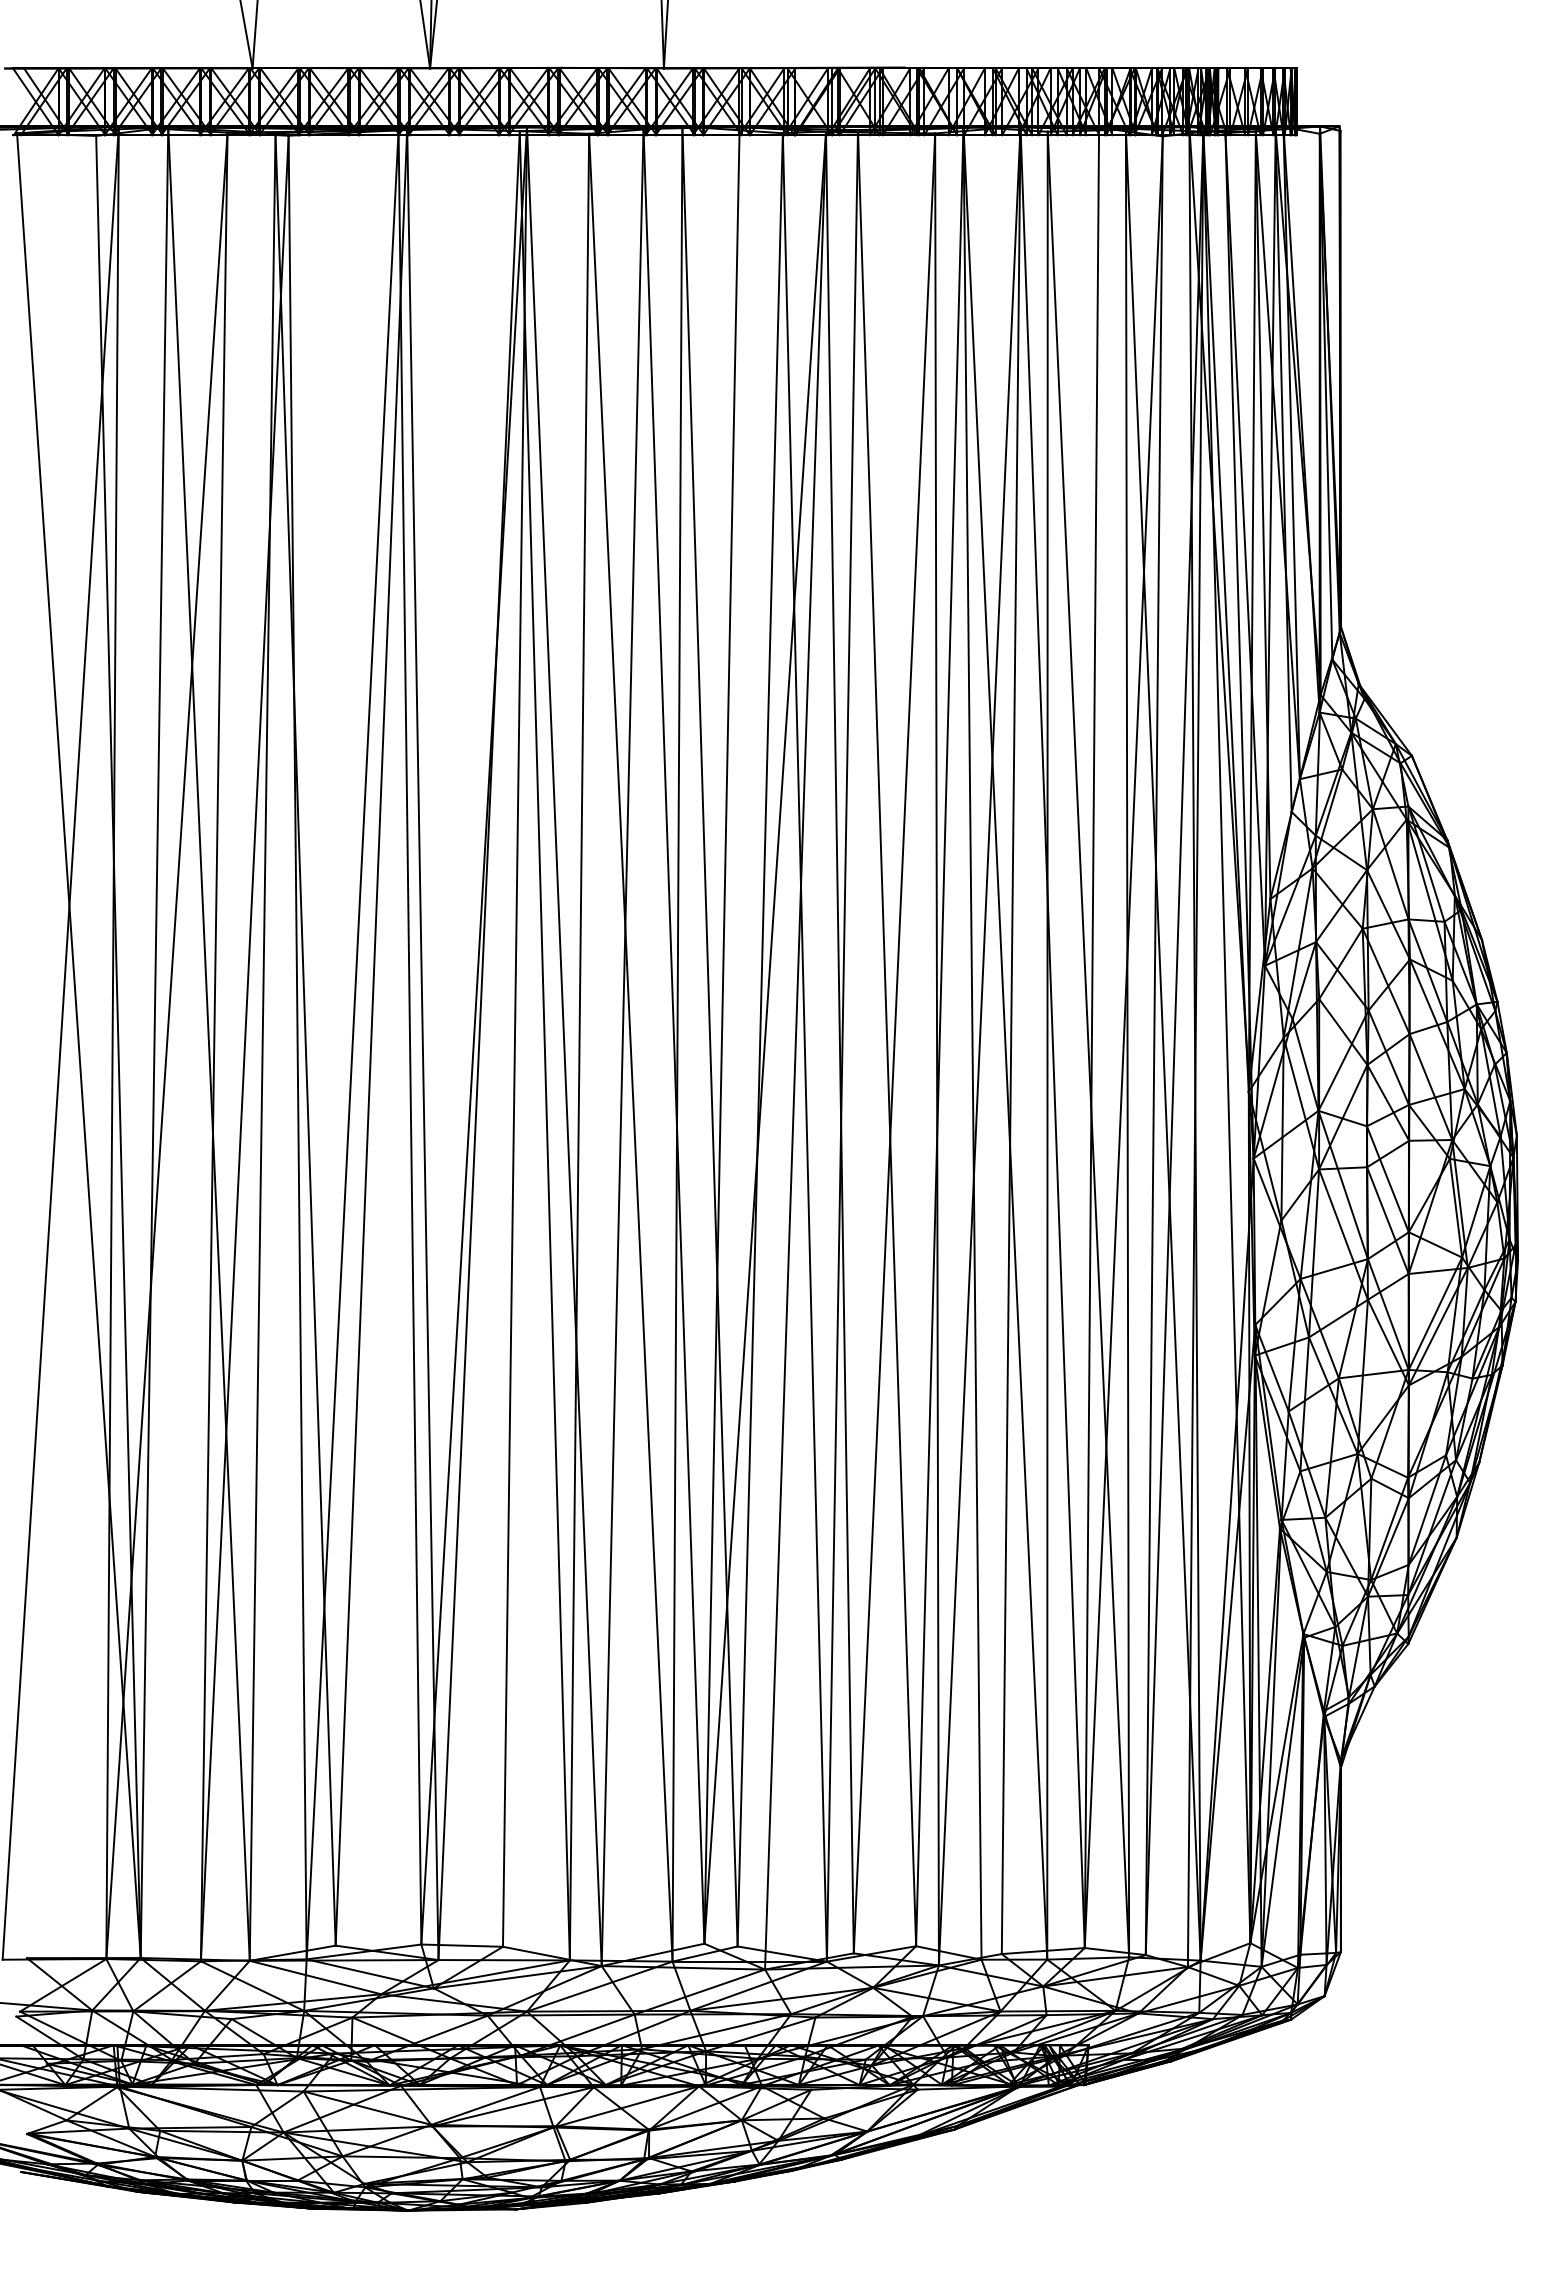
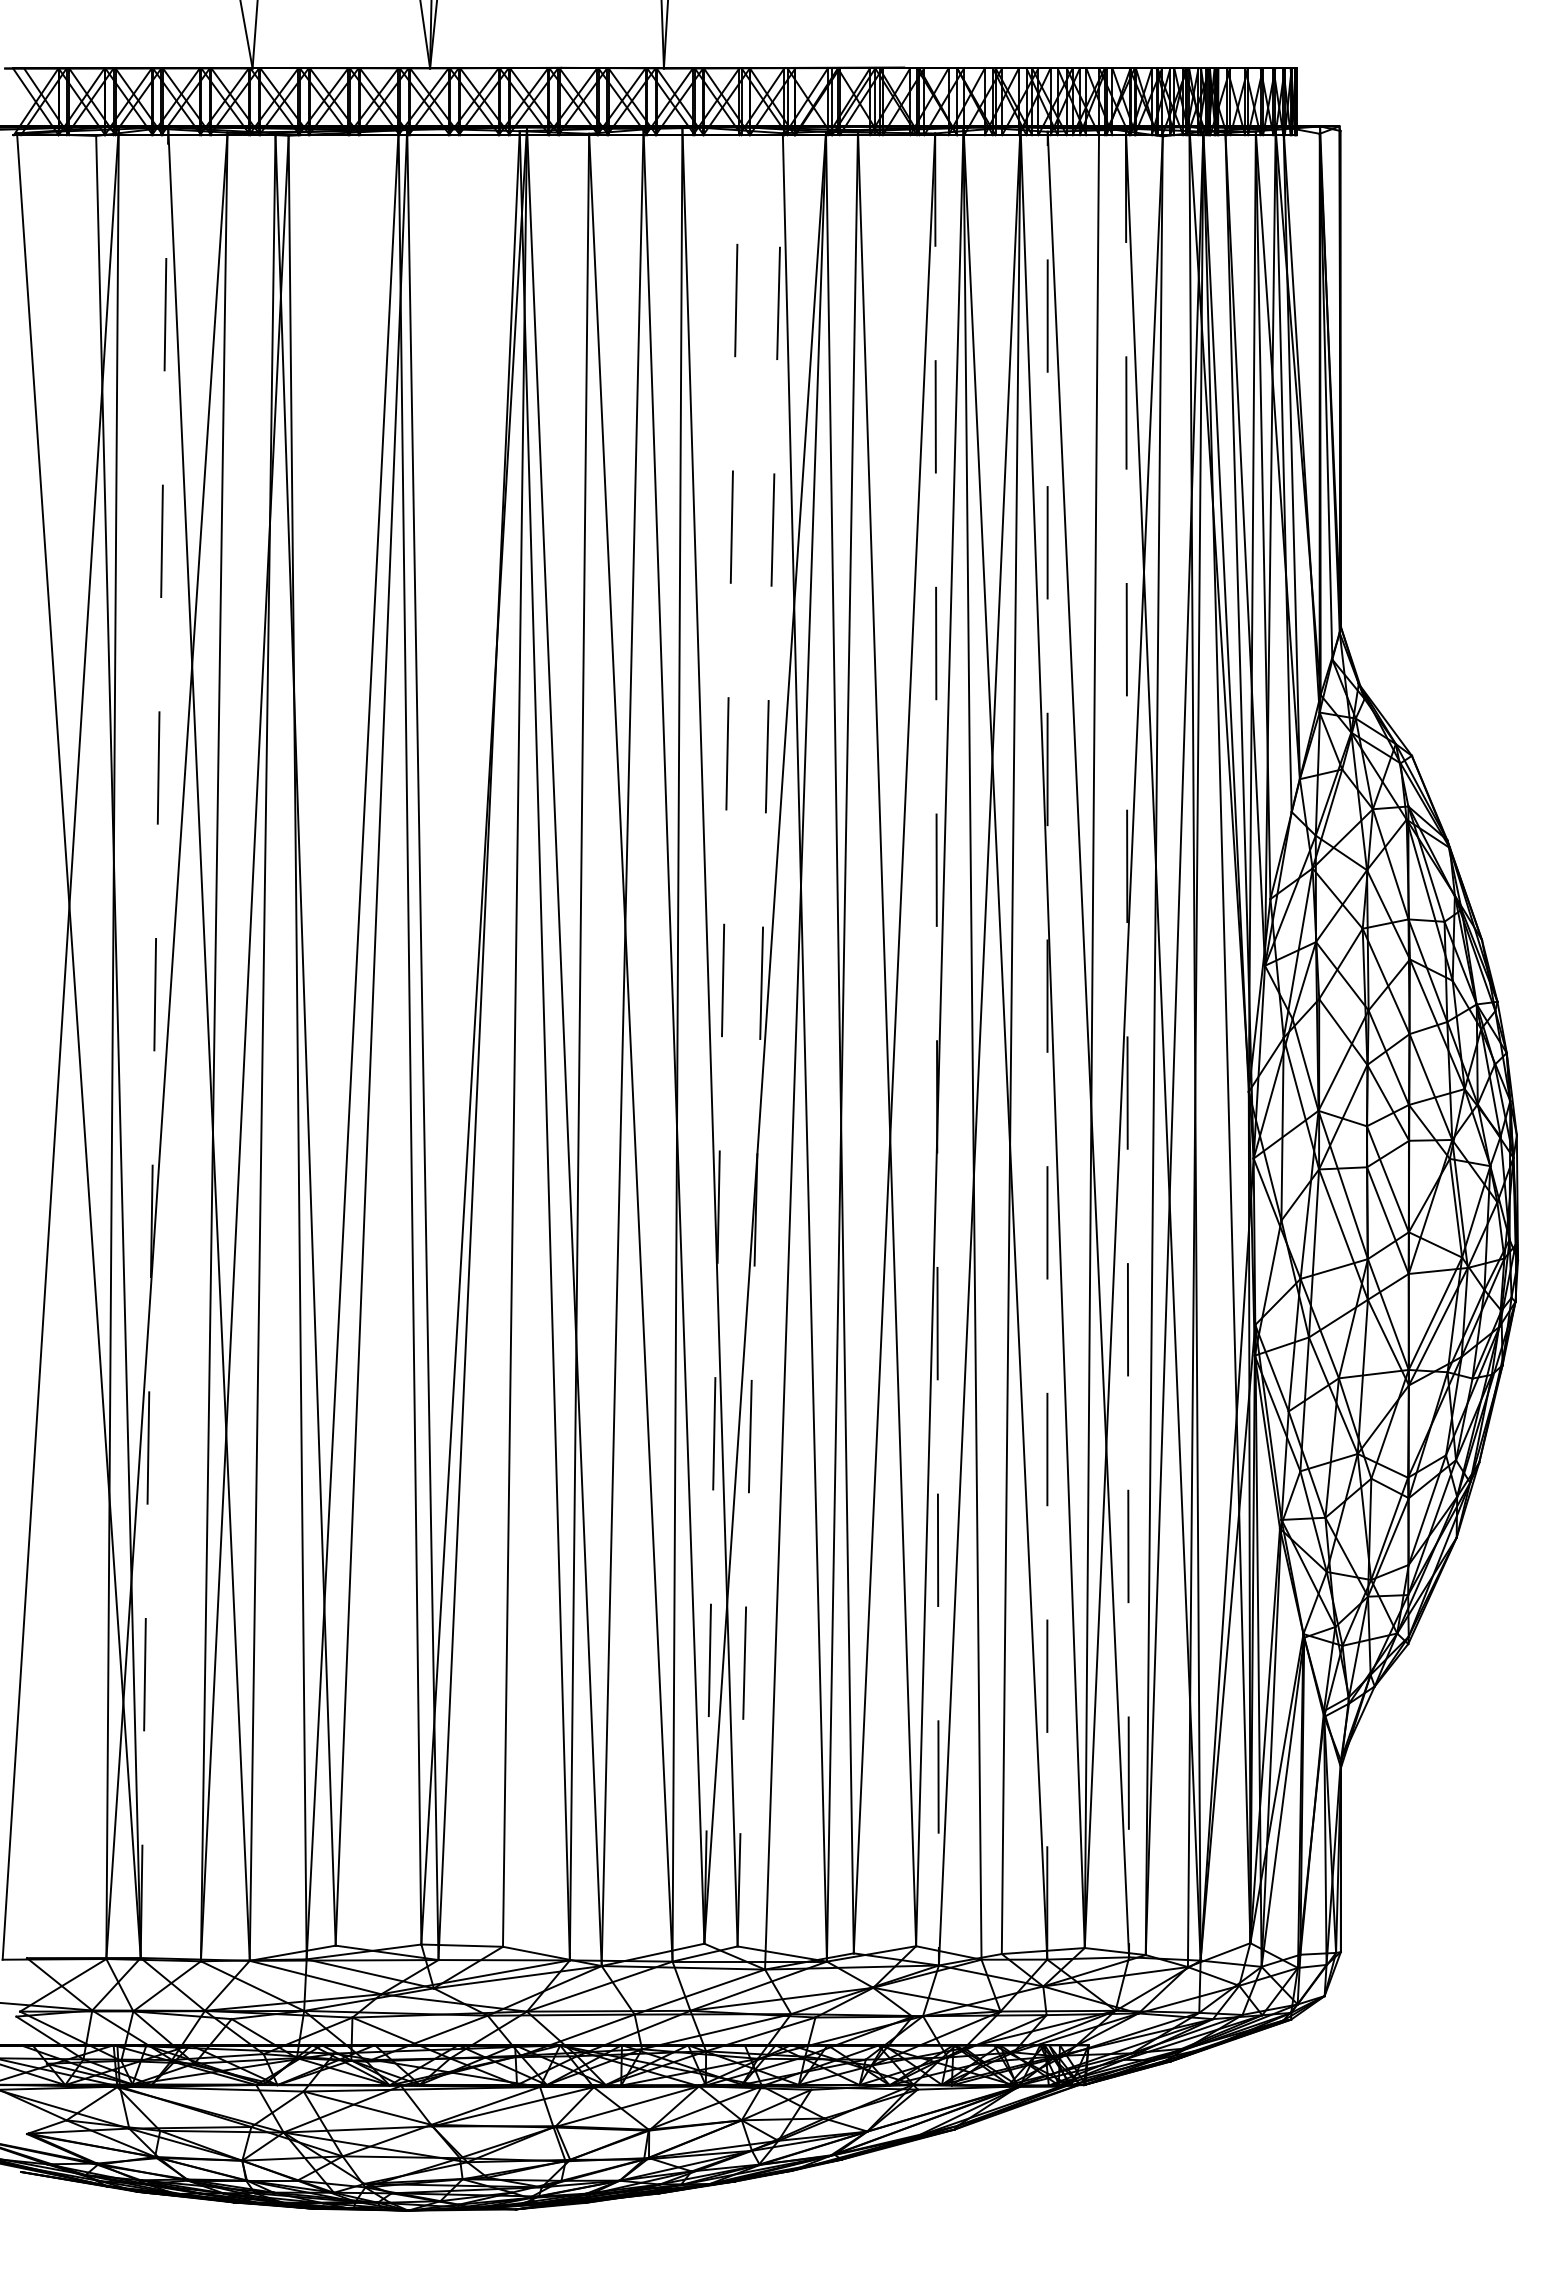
line at (722, 1035): solid -> dashed
line at (760, 1039): solid -> dashed
line at (154, 1042): solid -> dashed
line at (1127, 1043): solid -> dashed
line at (1047, 1045): solid -> dashed
line at (937, 1049): solid -> dashed
